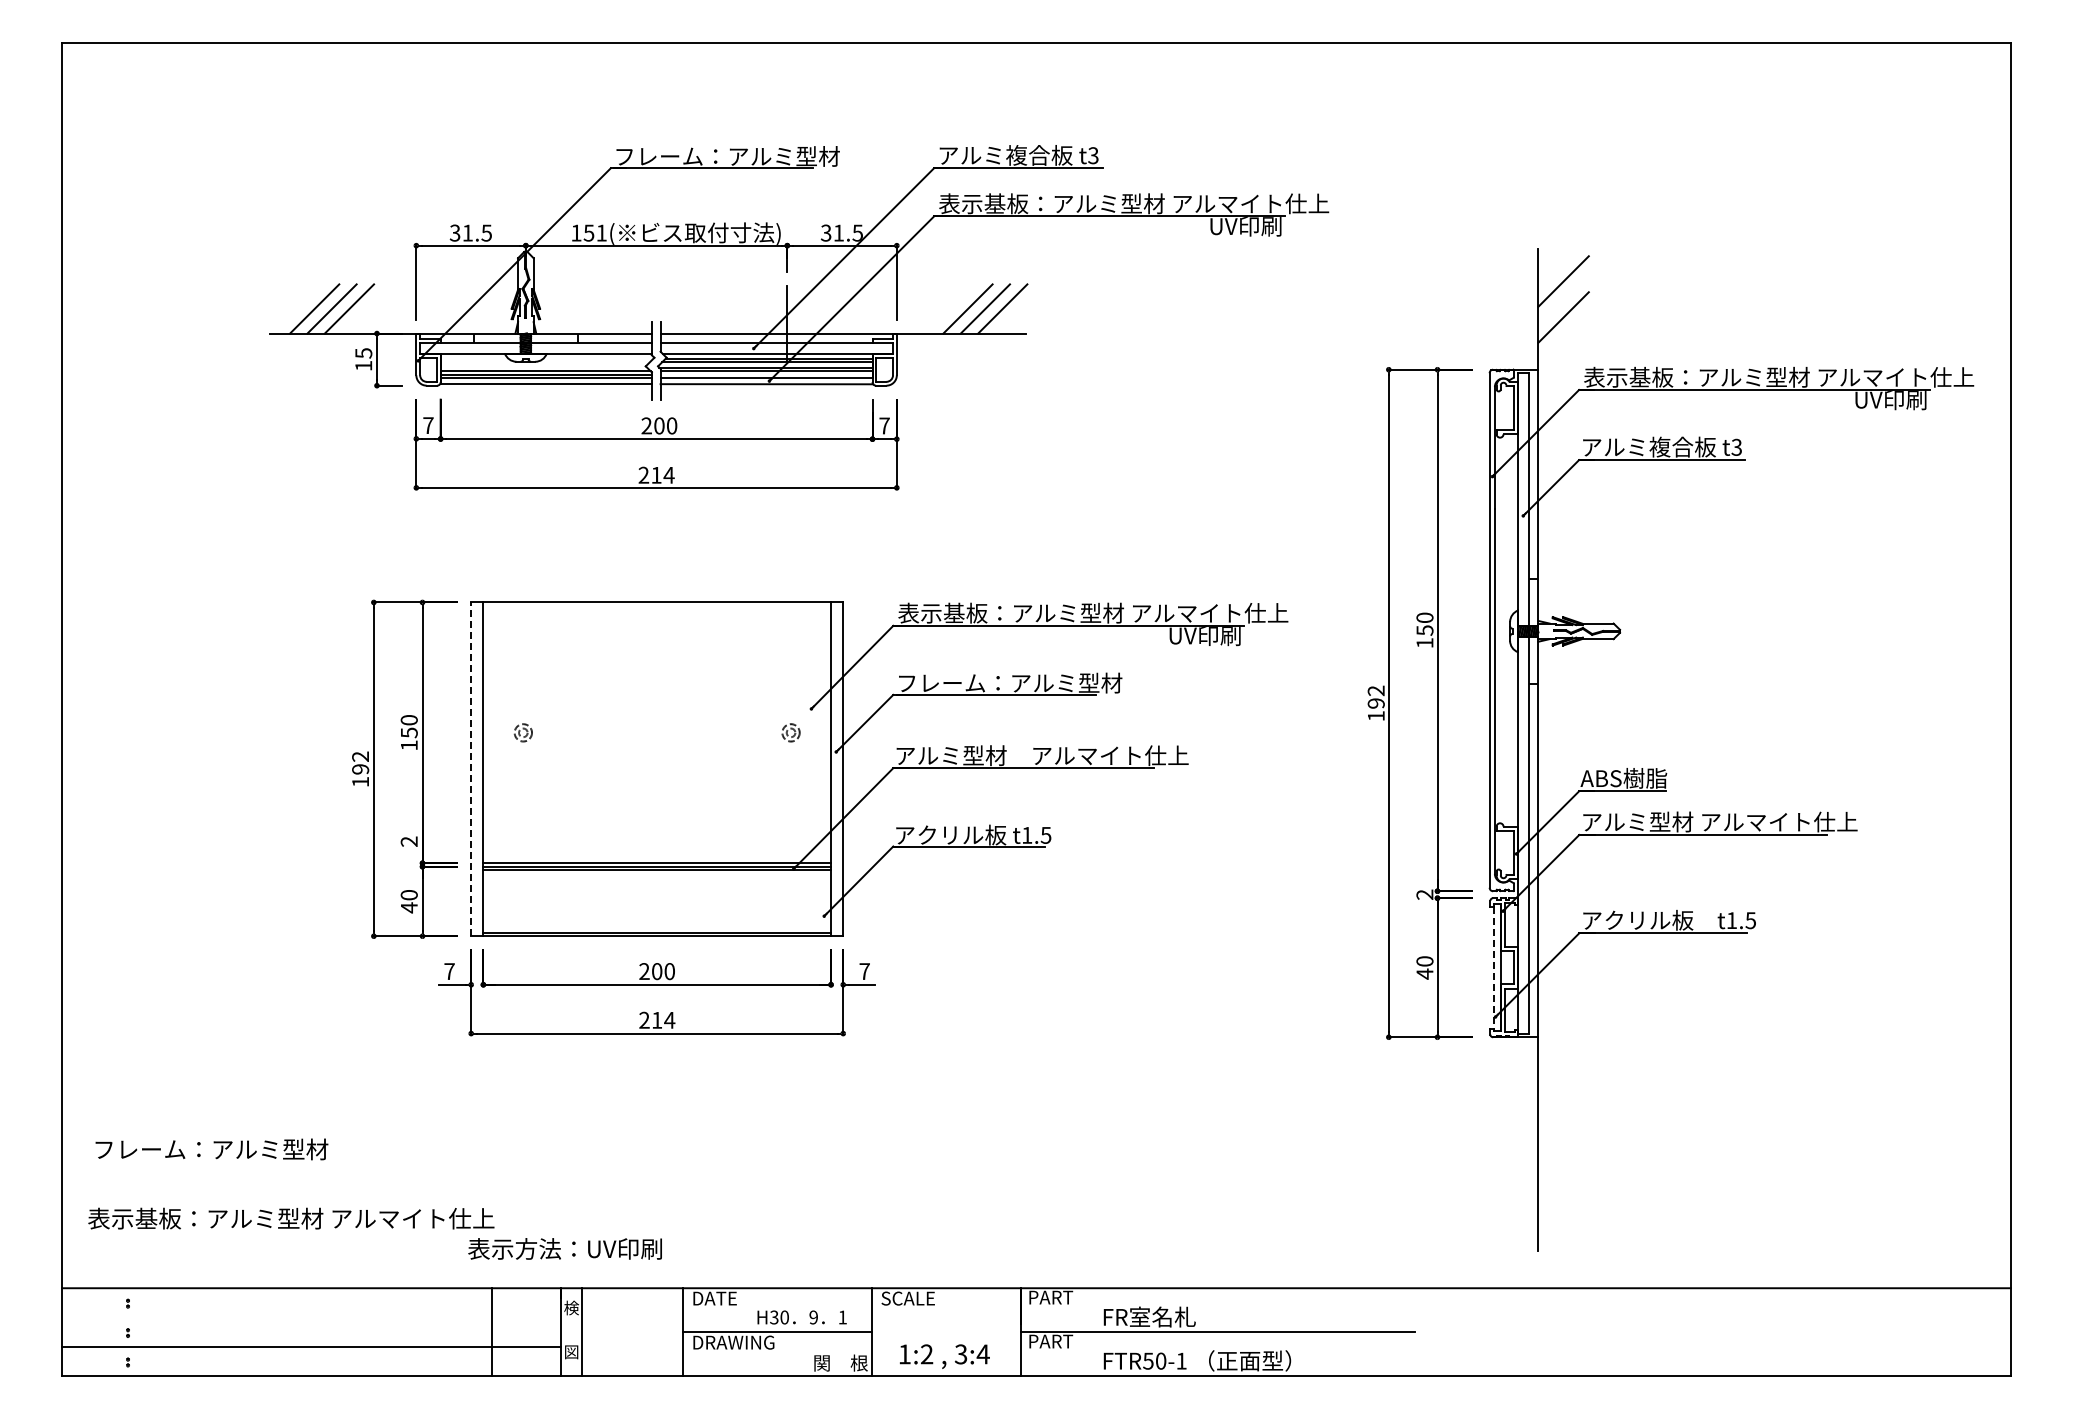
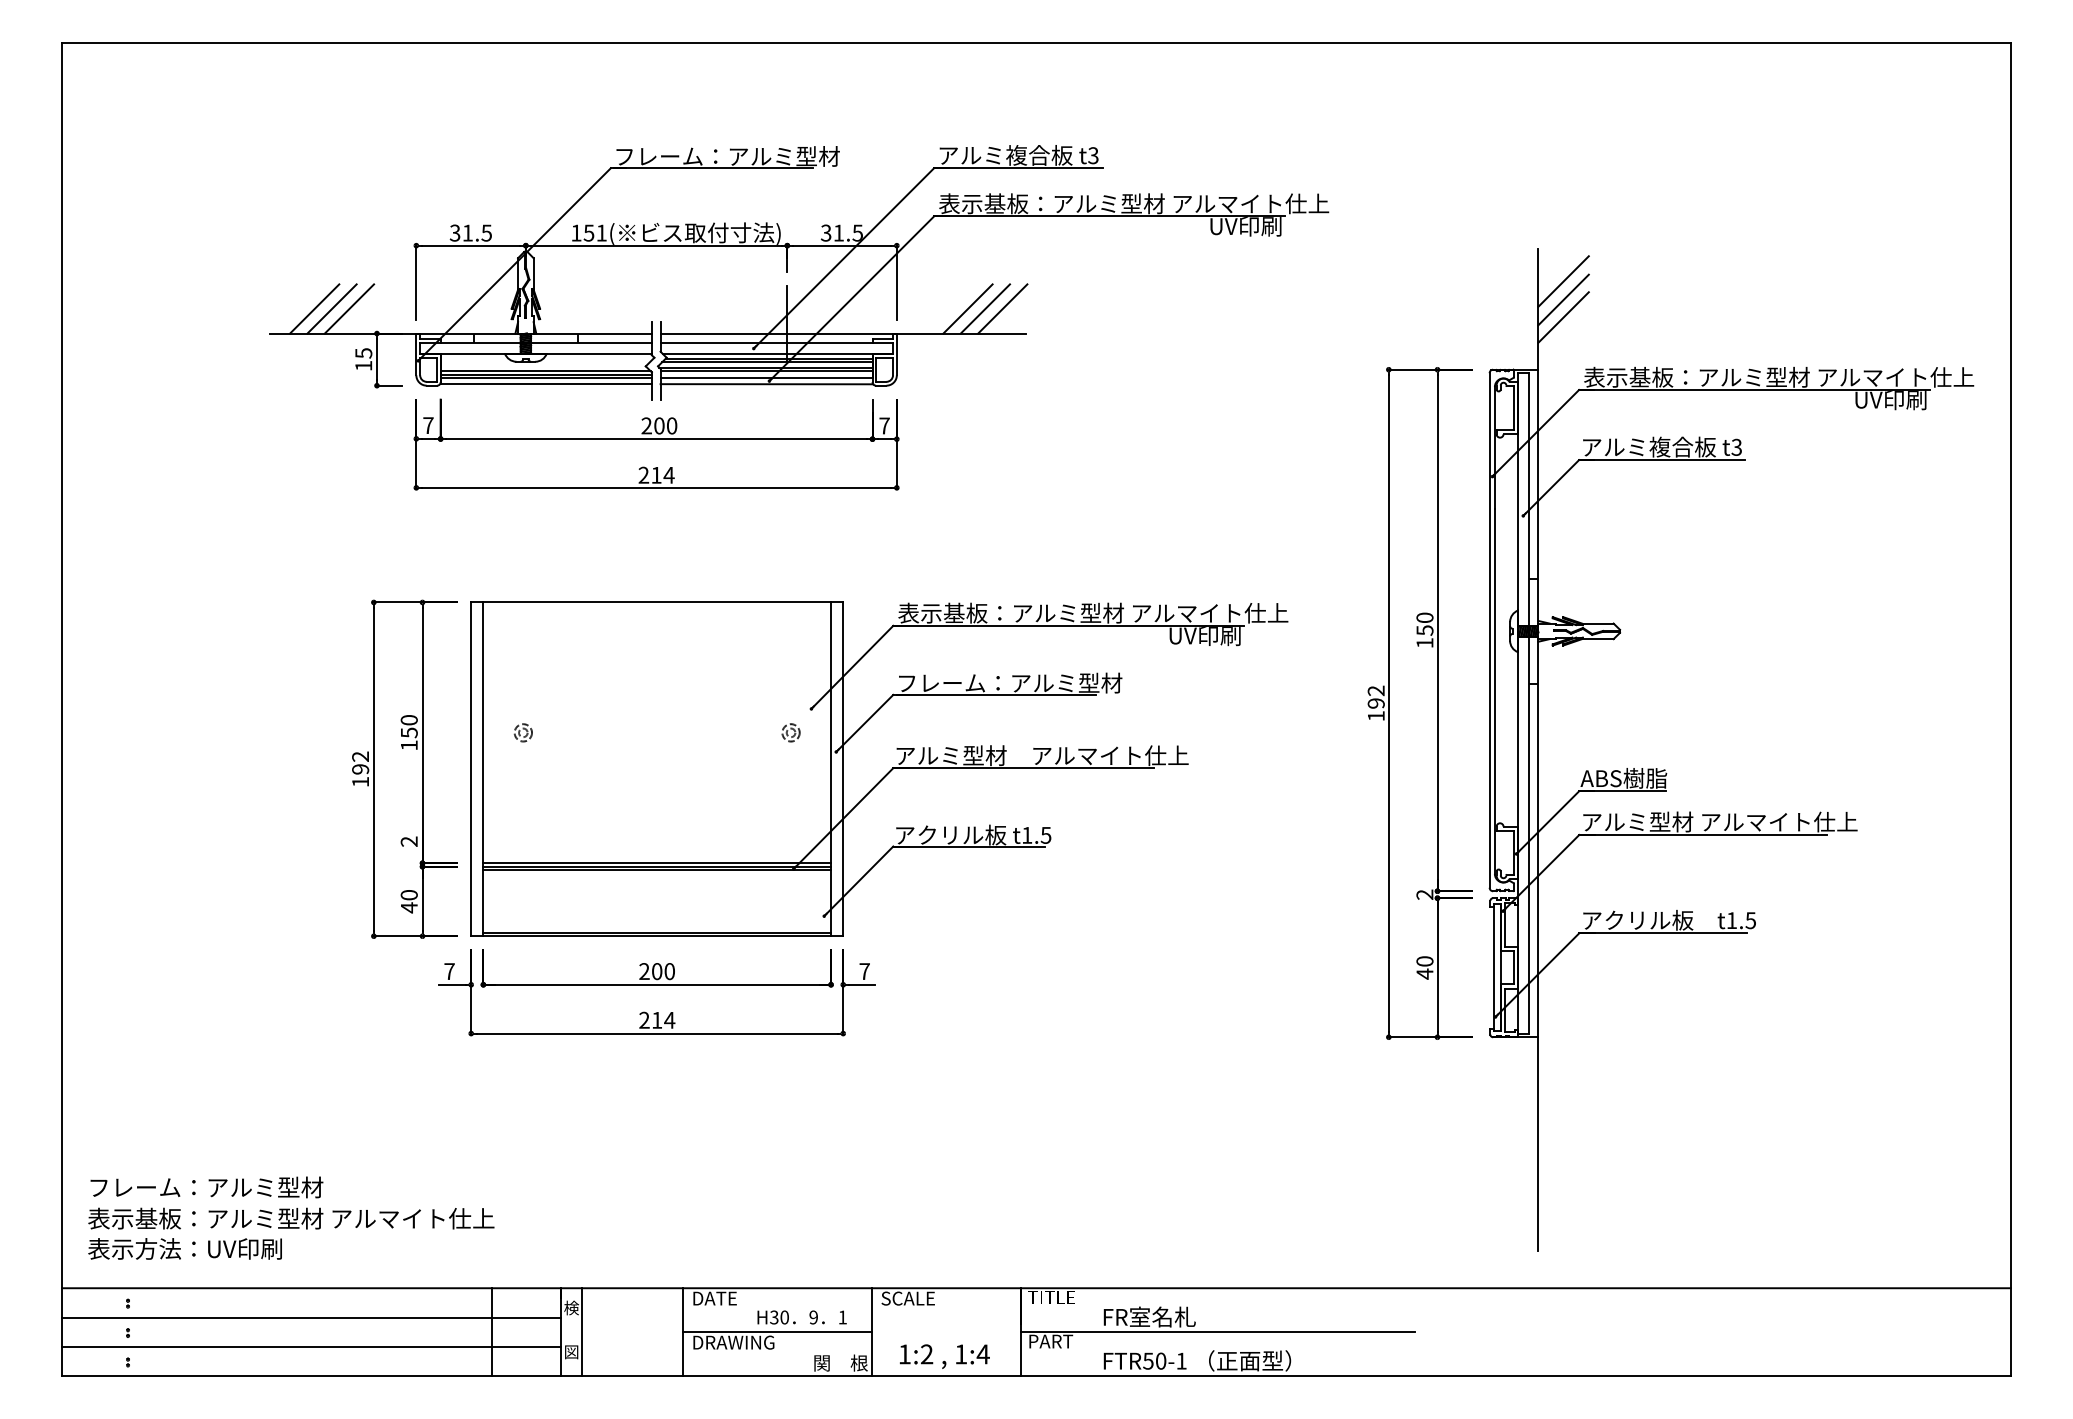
line at (1563, 299): none -> present
line at (471, 769): dashed -> solid
line at (1493, 967): dashed -> solid
text at (211, 1149) position: (211, 1149) -> (206, 1187)
text at (564, 1248) position: (564, 1248) -> (184, 1248)
text at (1051, 1297): PART -> TITLE
line at (311, 1317): none -> present
text at (960, 1354): 3:4 -> 1:4
